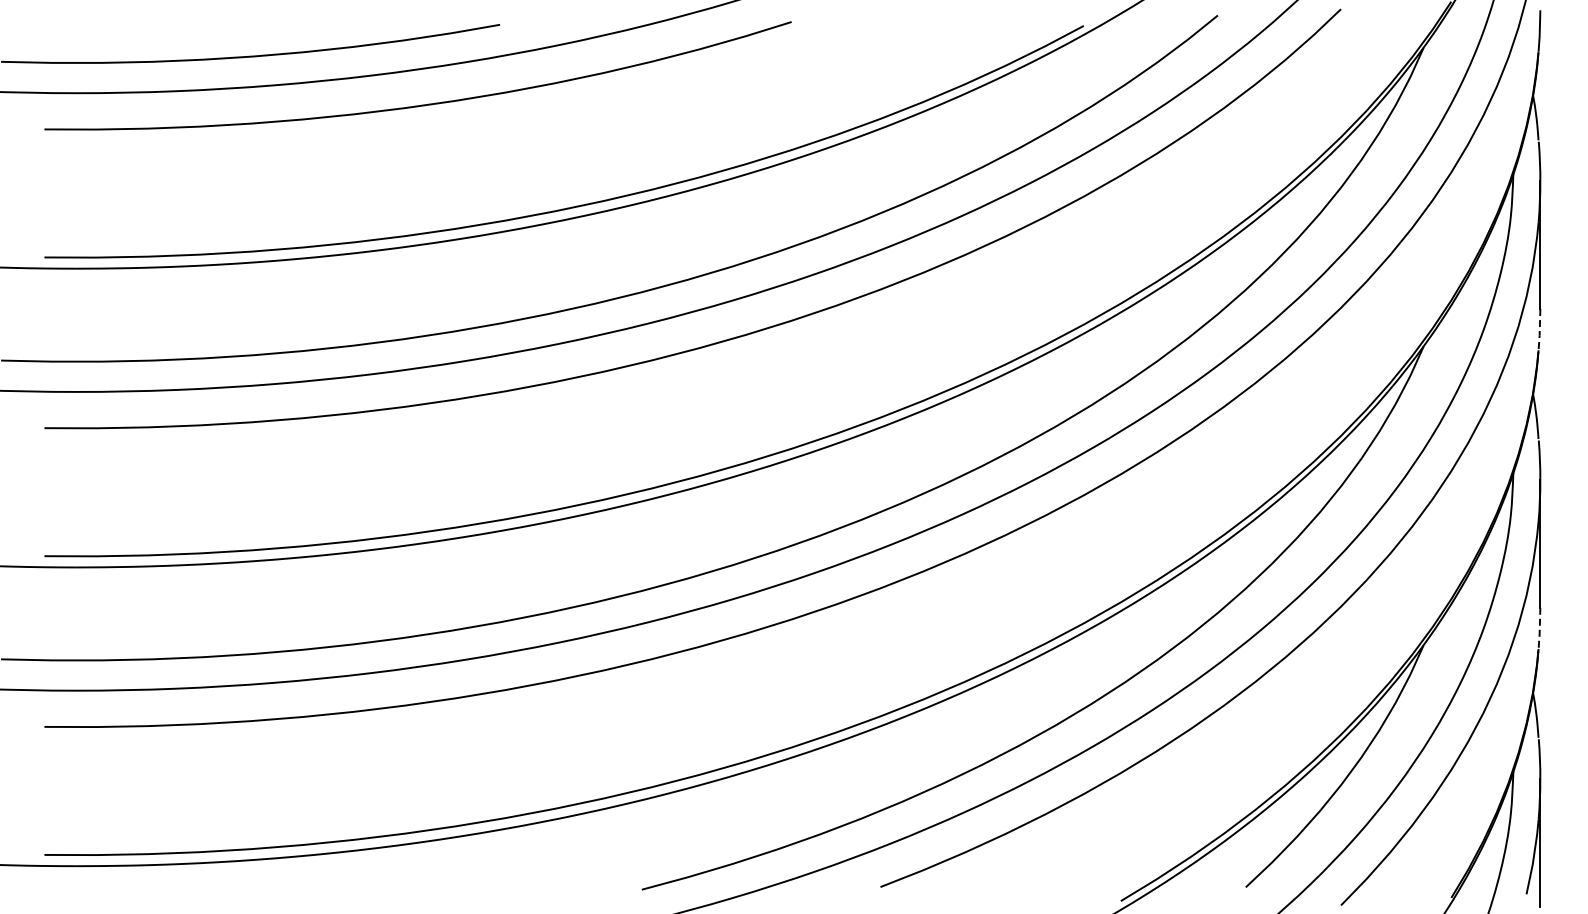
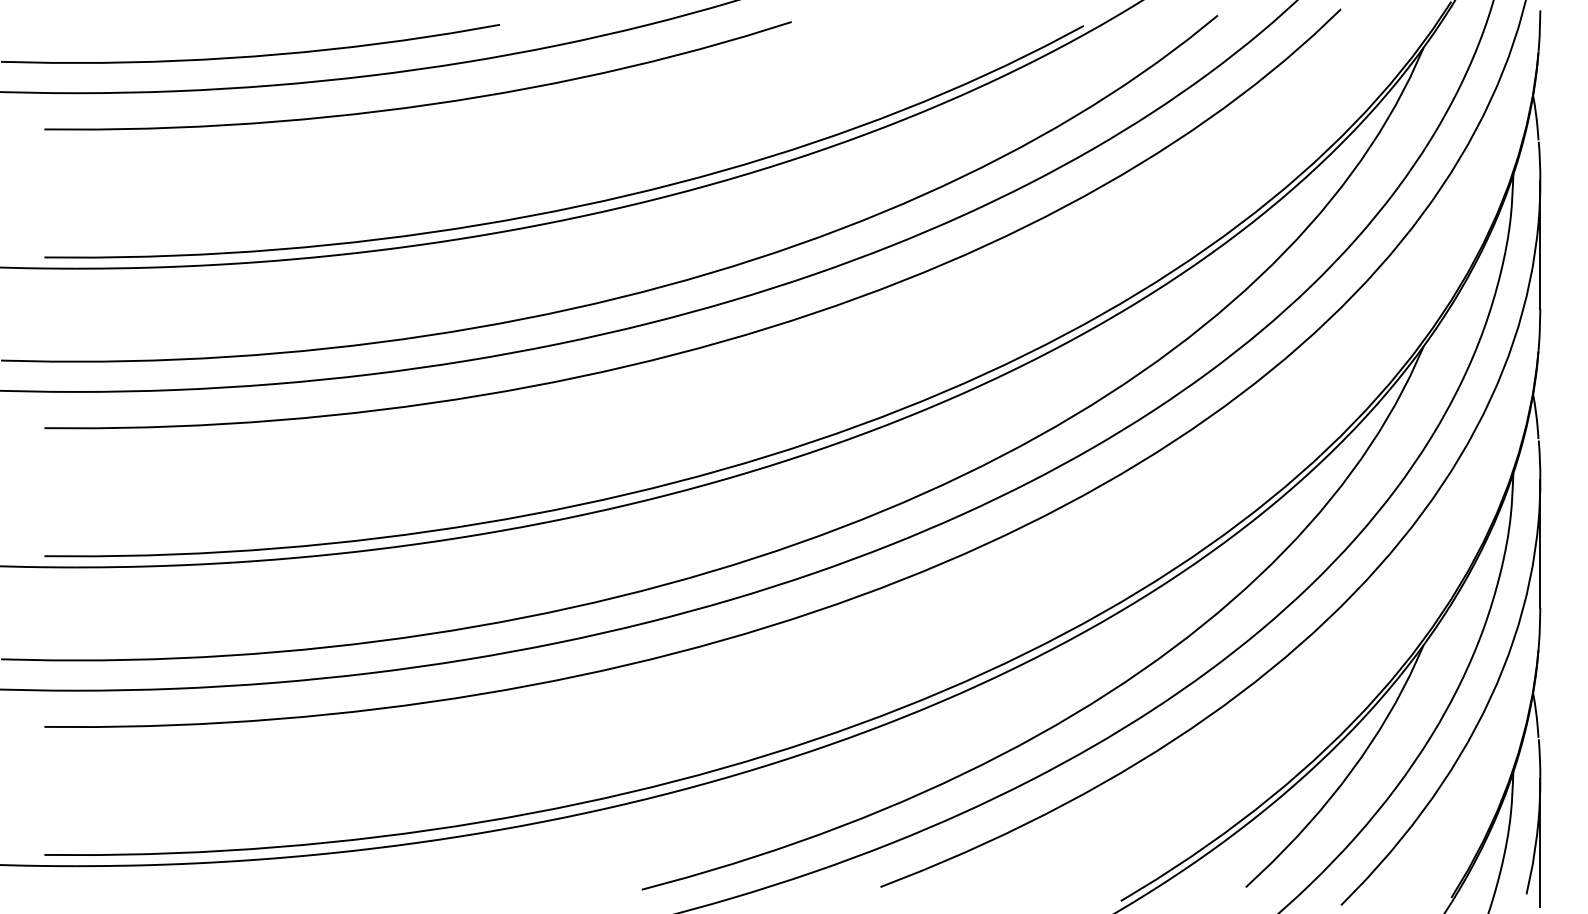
line at (1539, 330): dashed -> solid
line at (1539, 629): dashed -> solid
